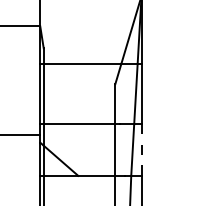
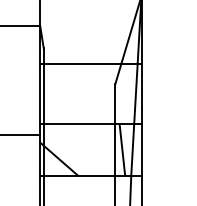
line at (122, 149): none -> present
line at (141, 150): dashed -> solid
